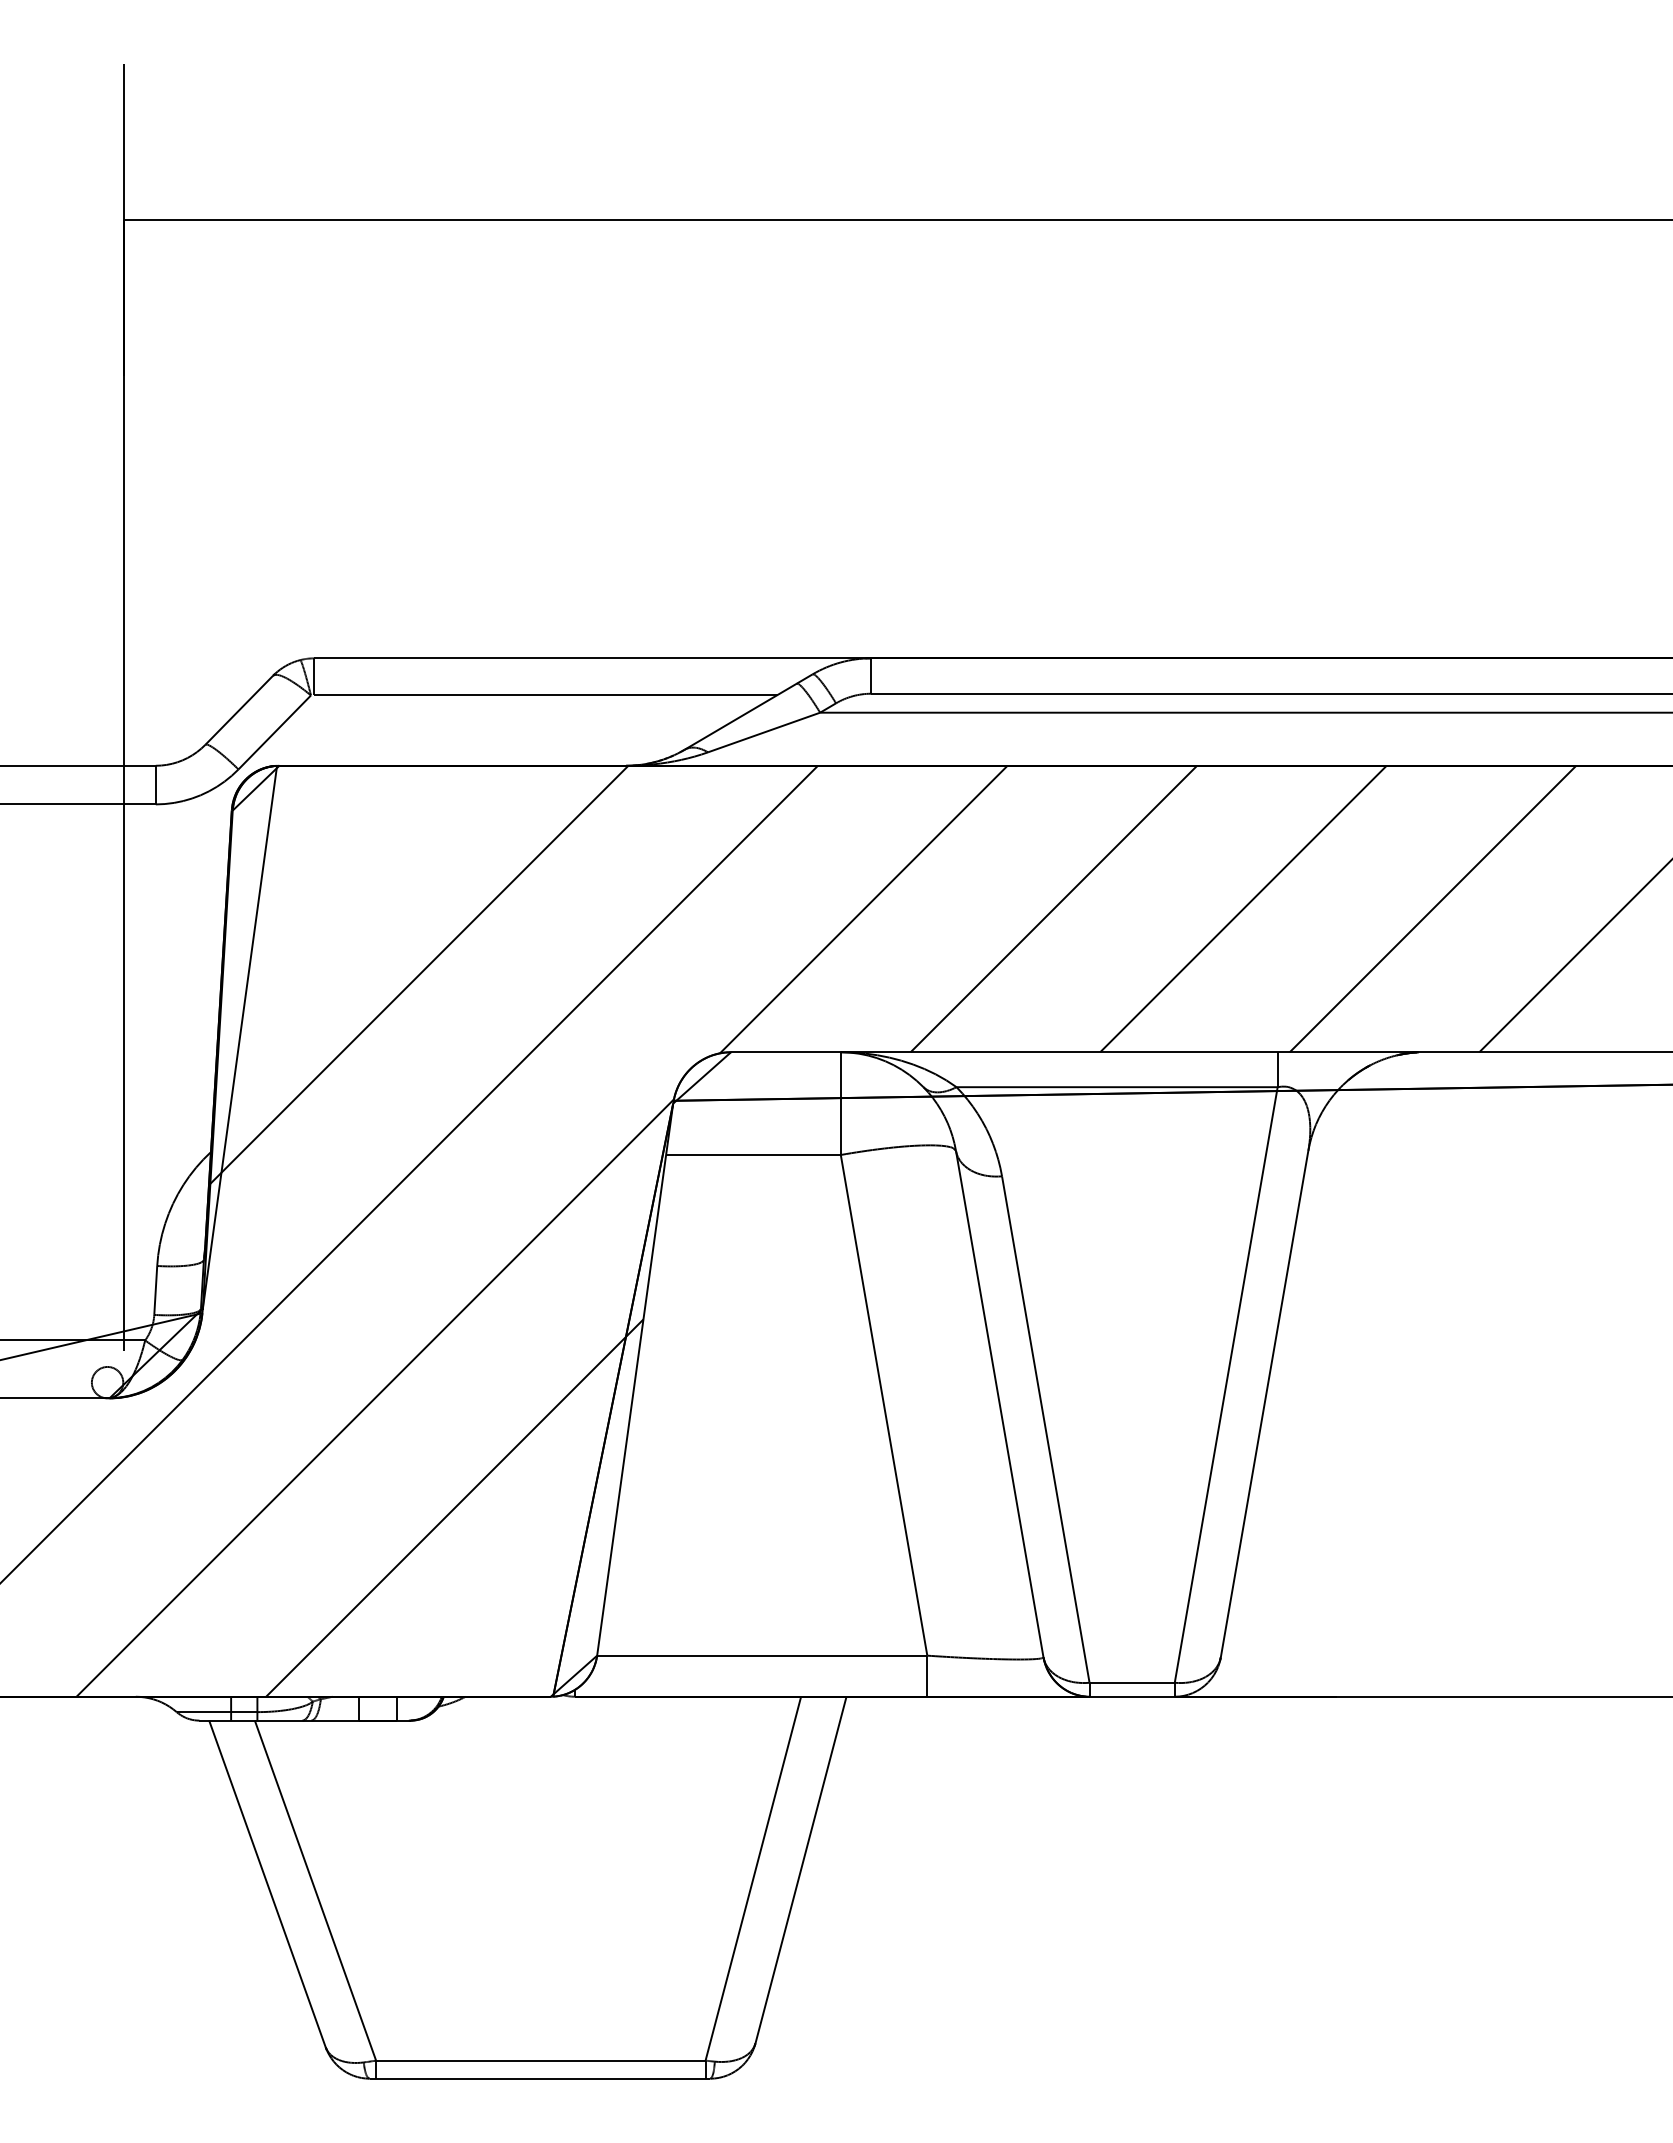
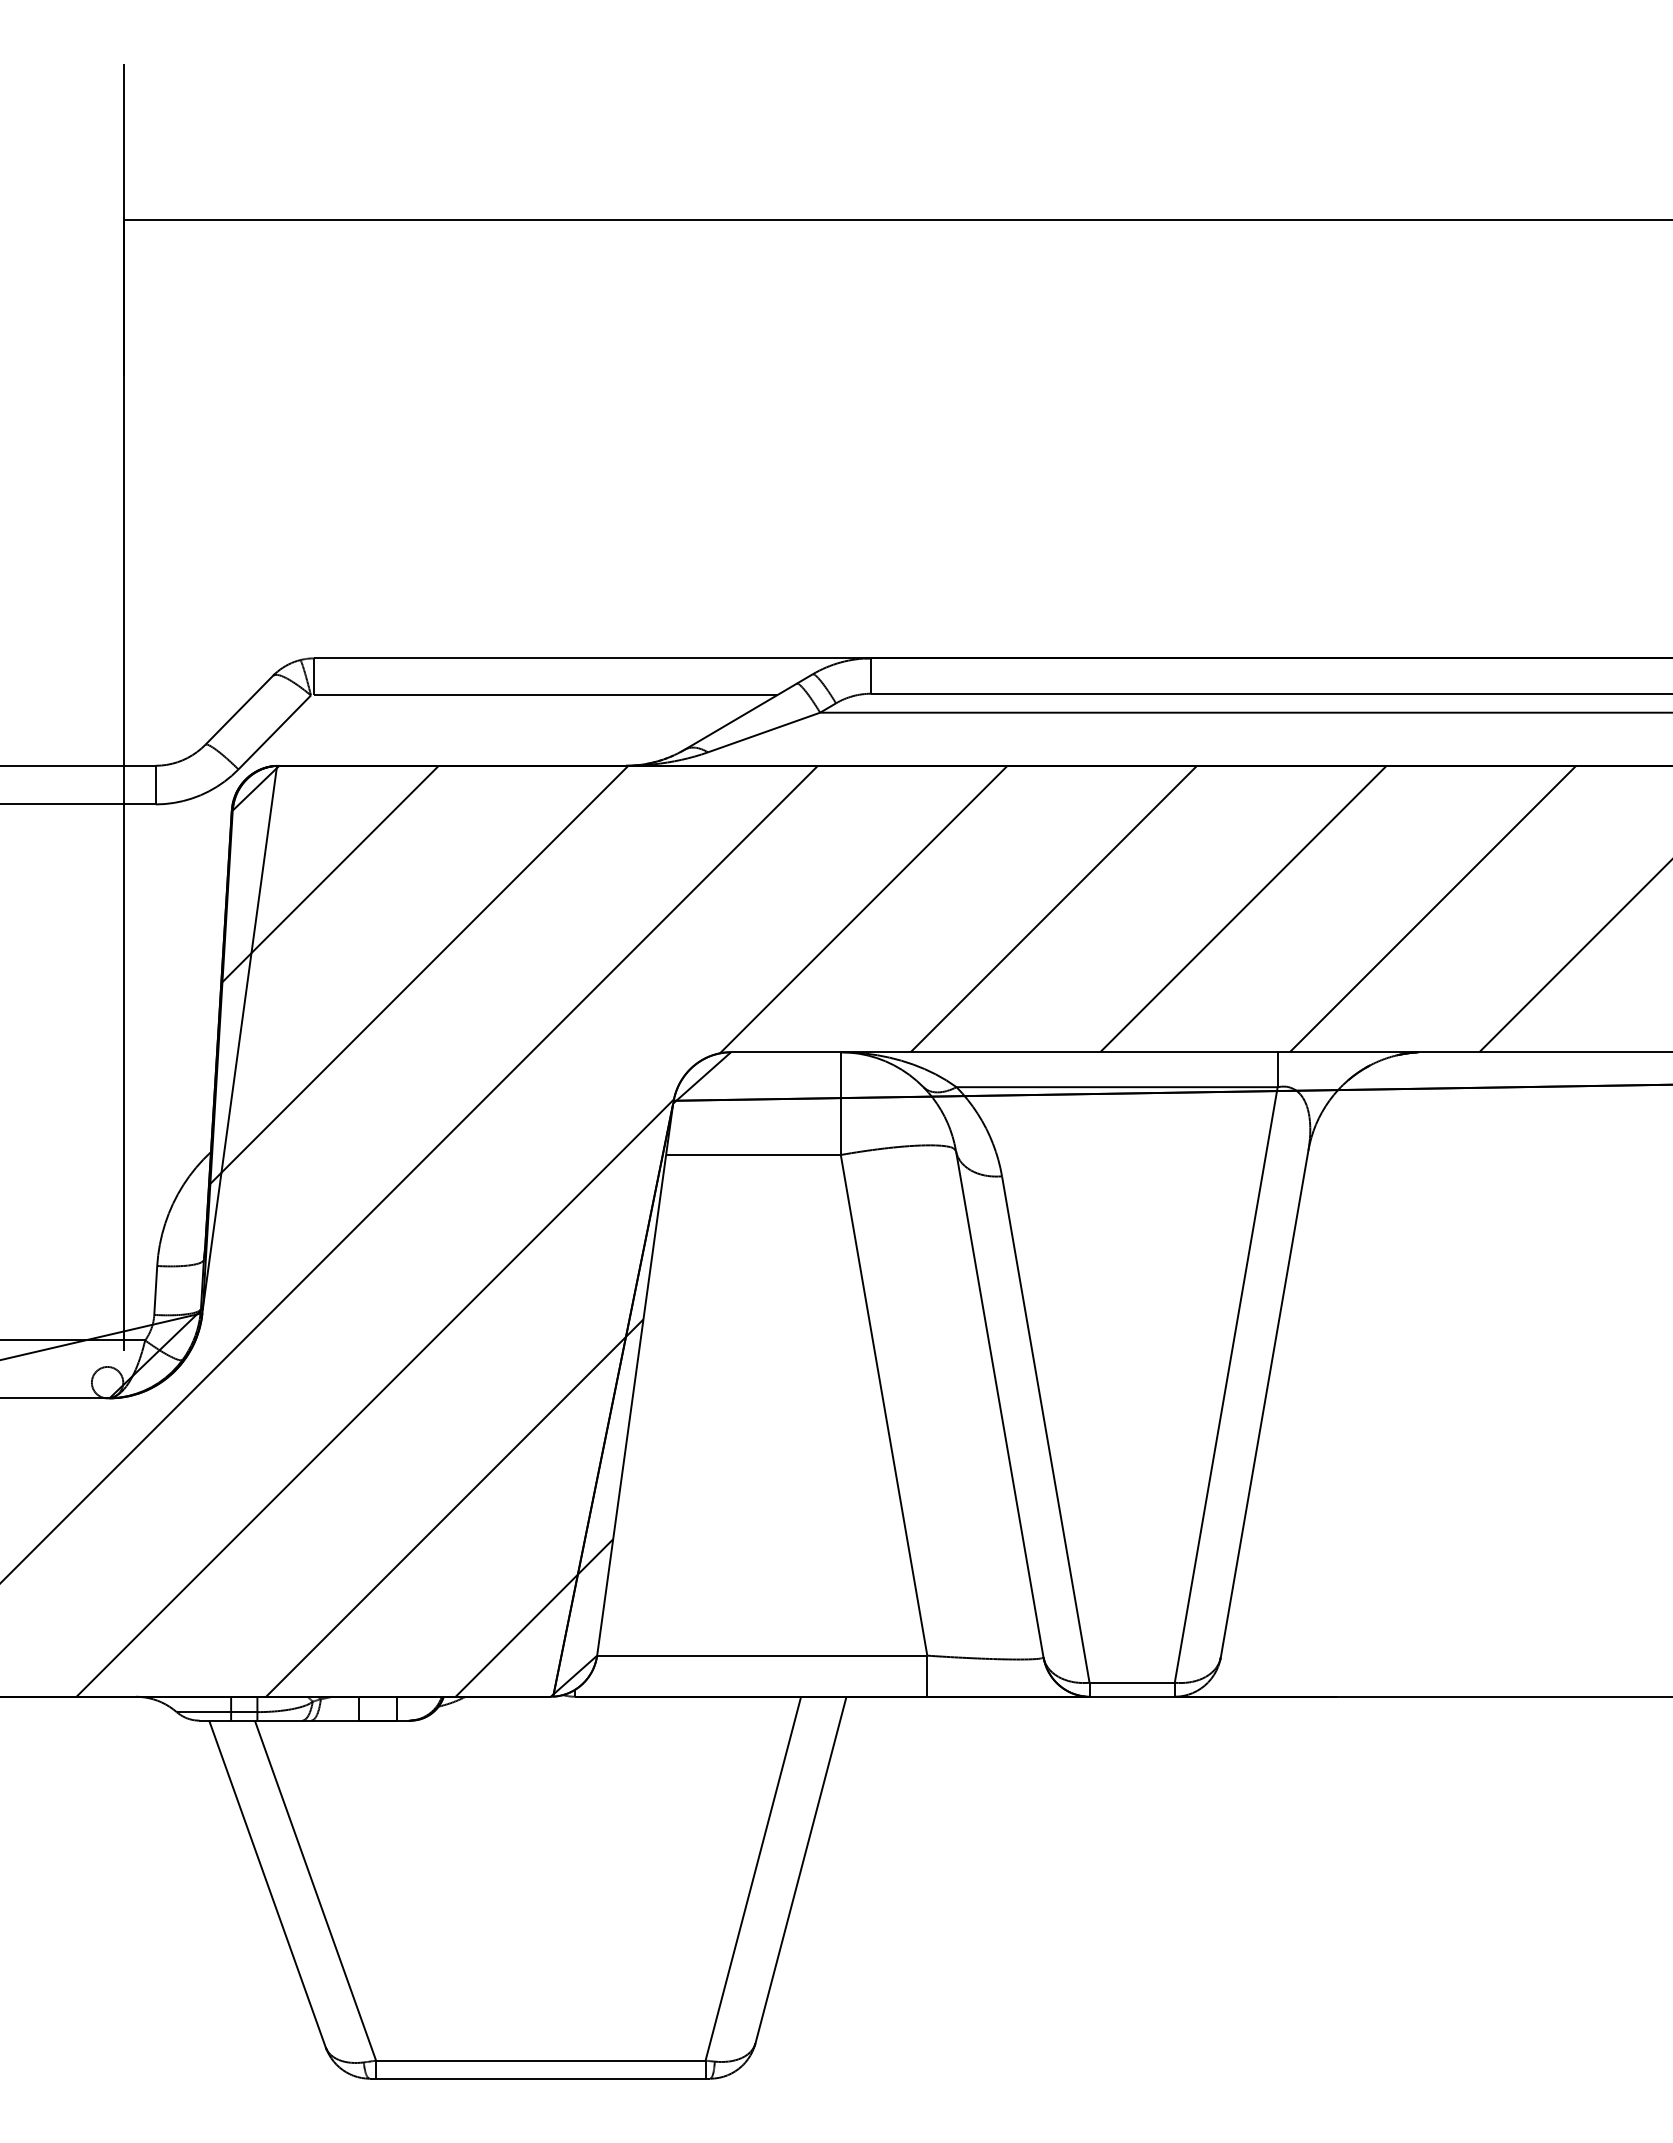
line at (330, 873): none -> present
line at (534, 1617): none -> present
